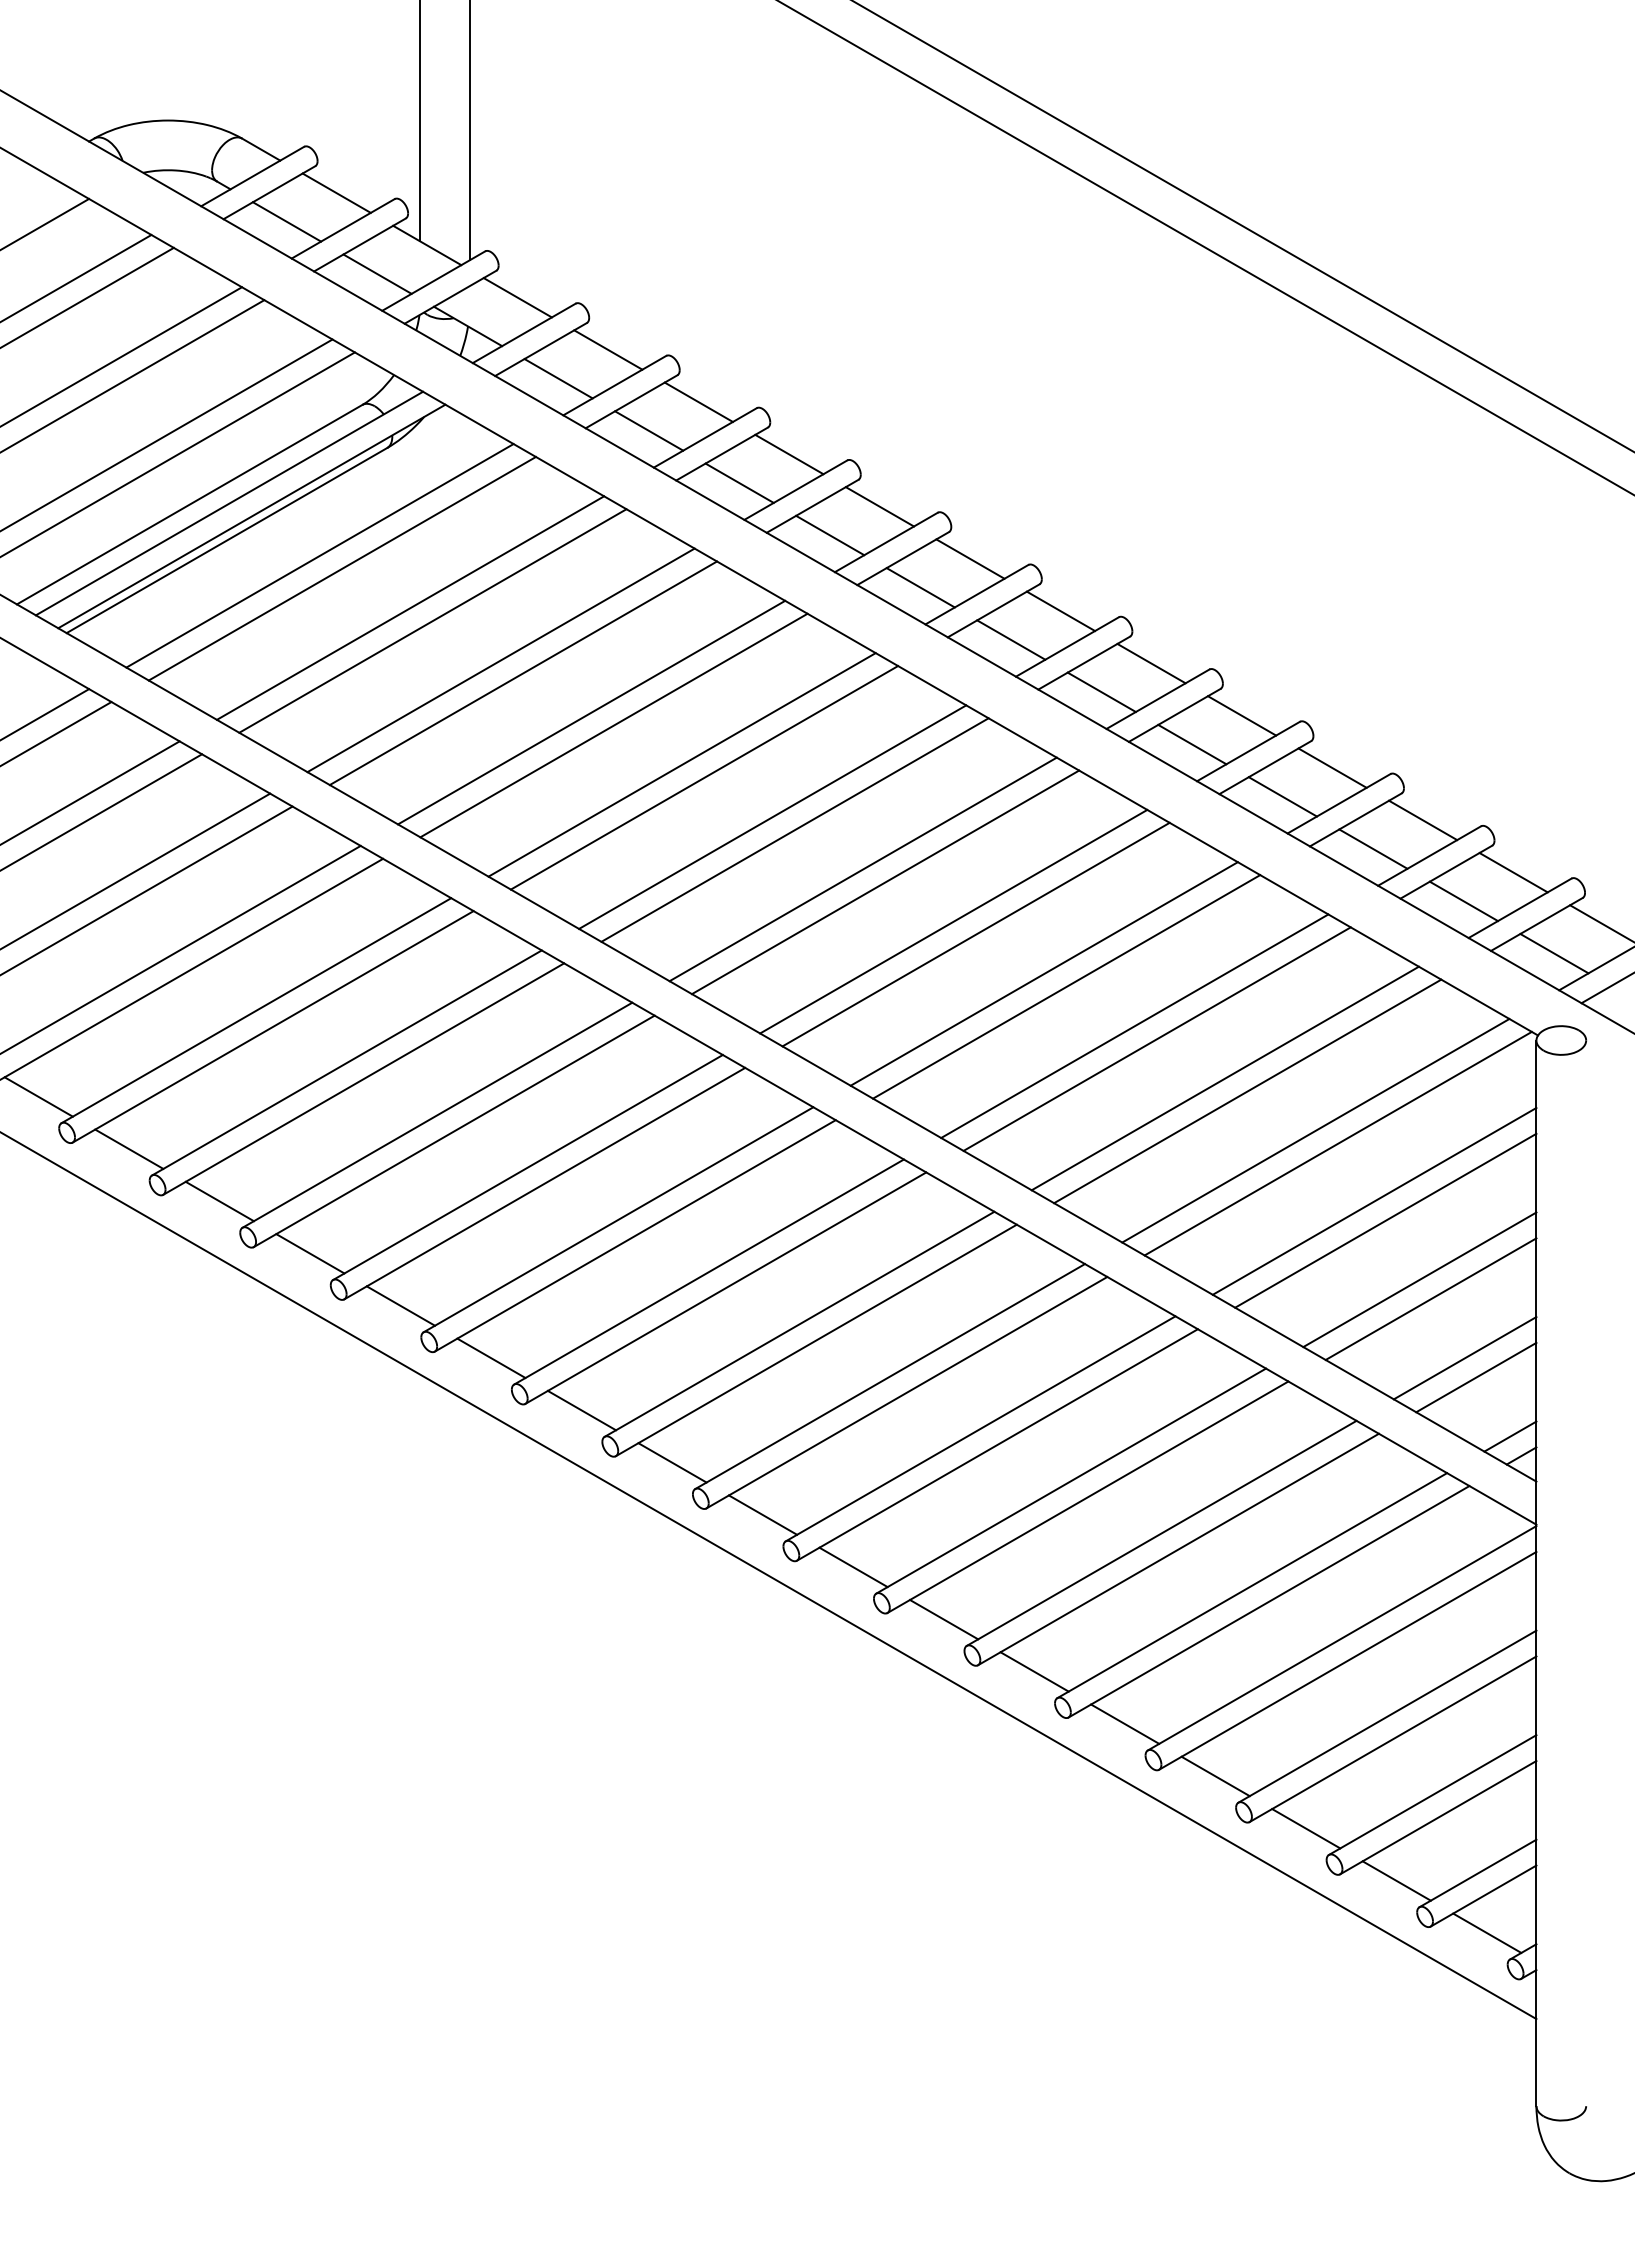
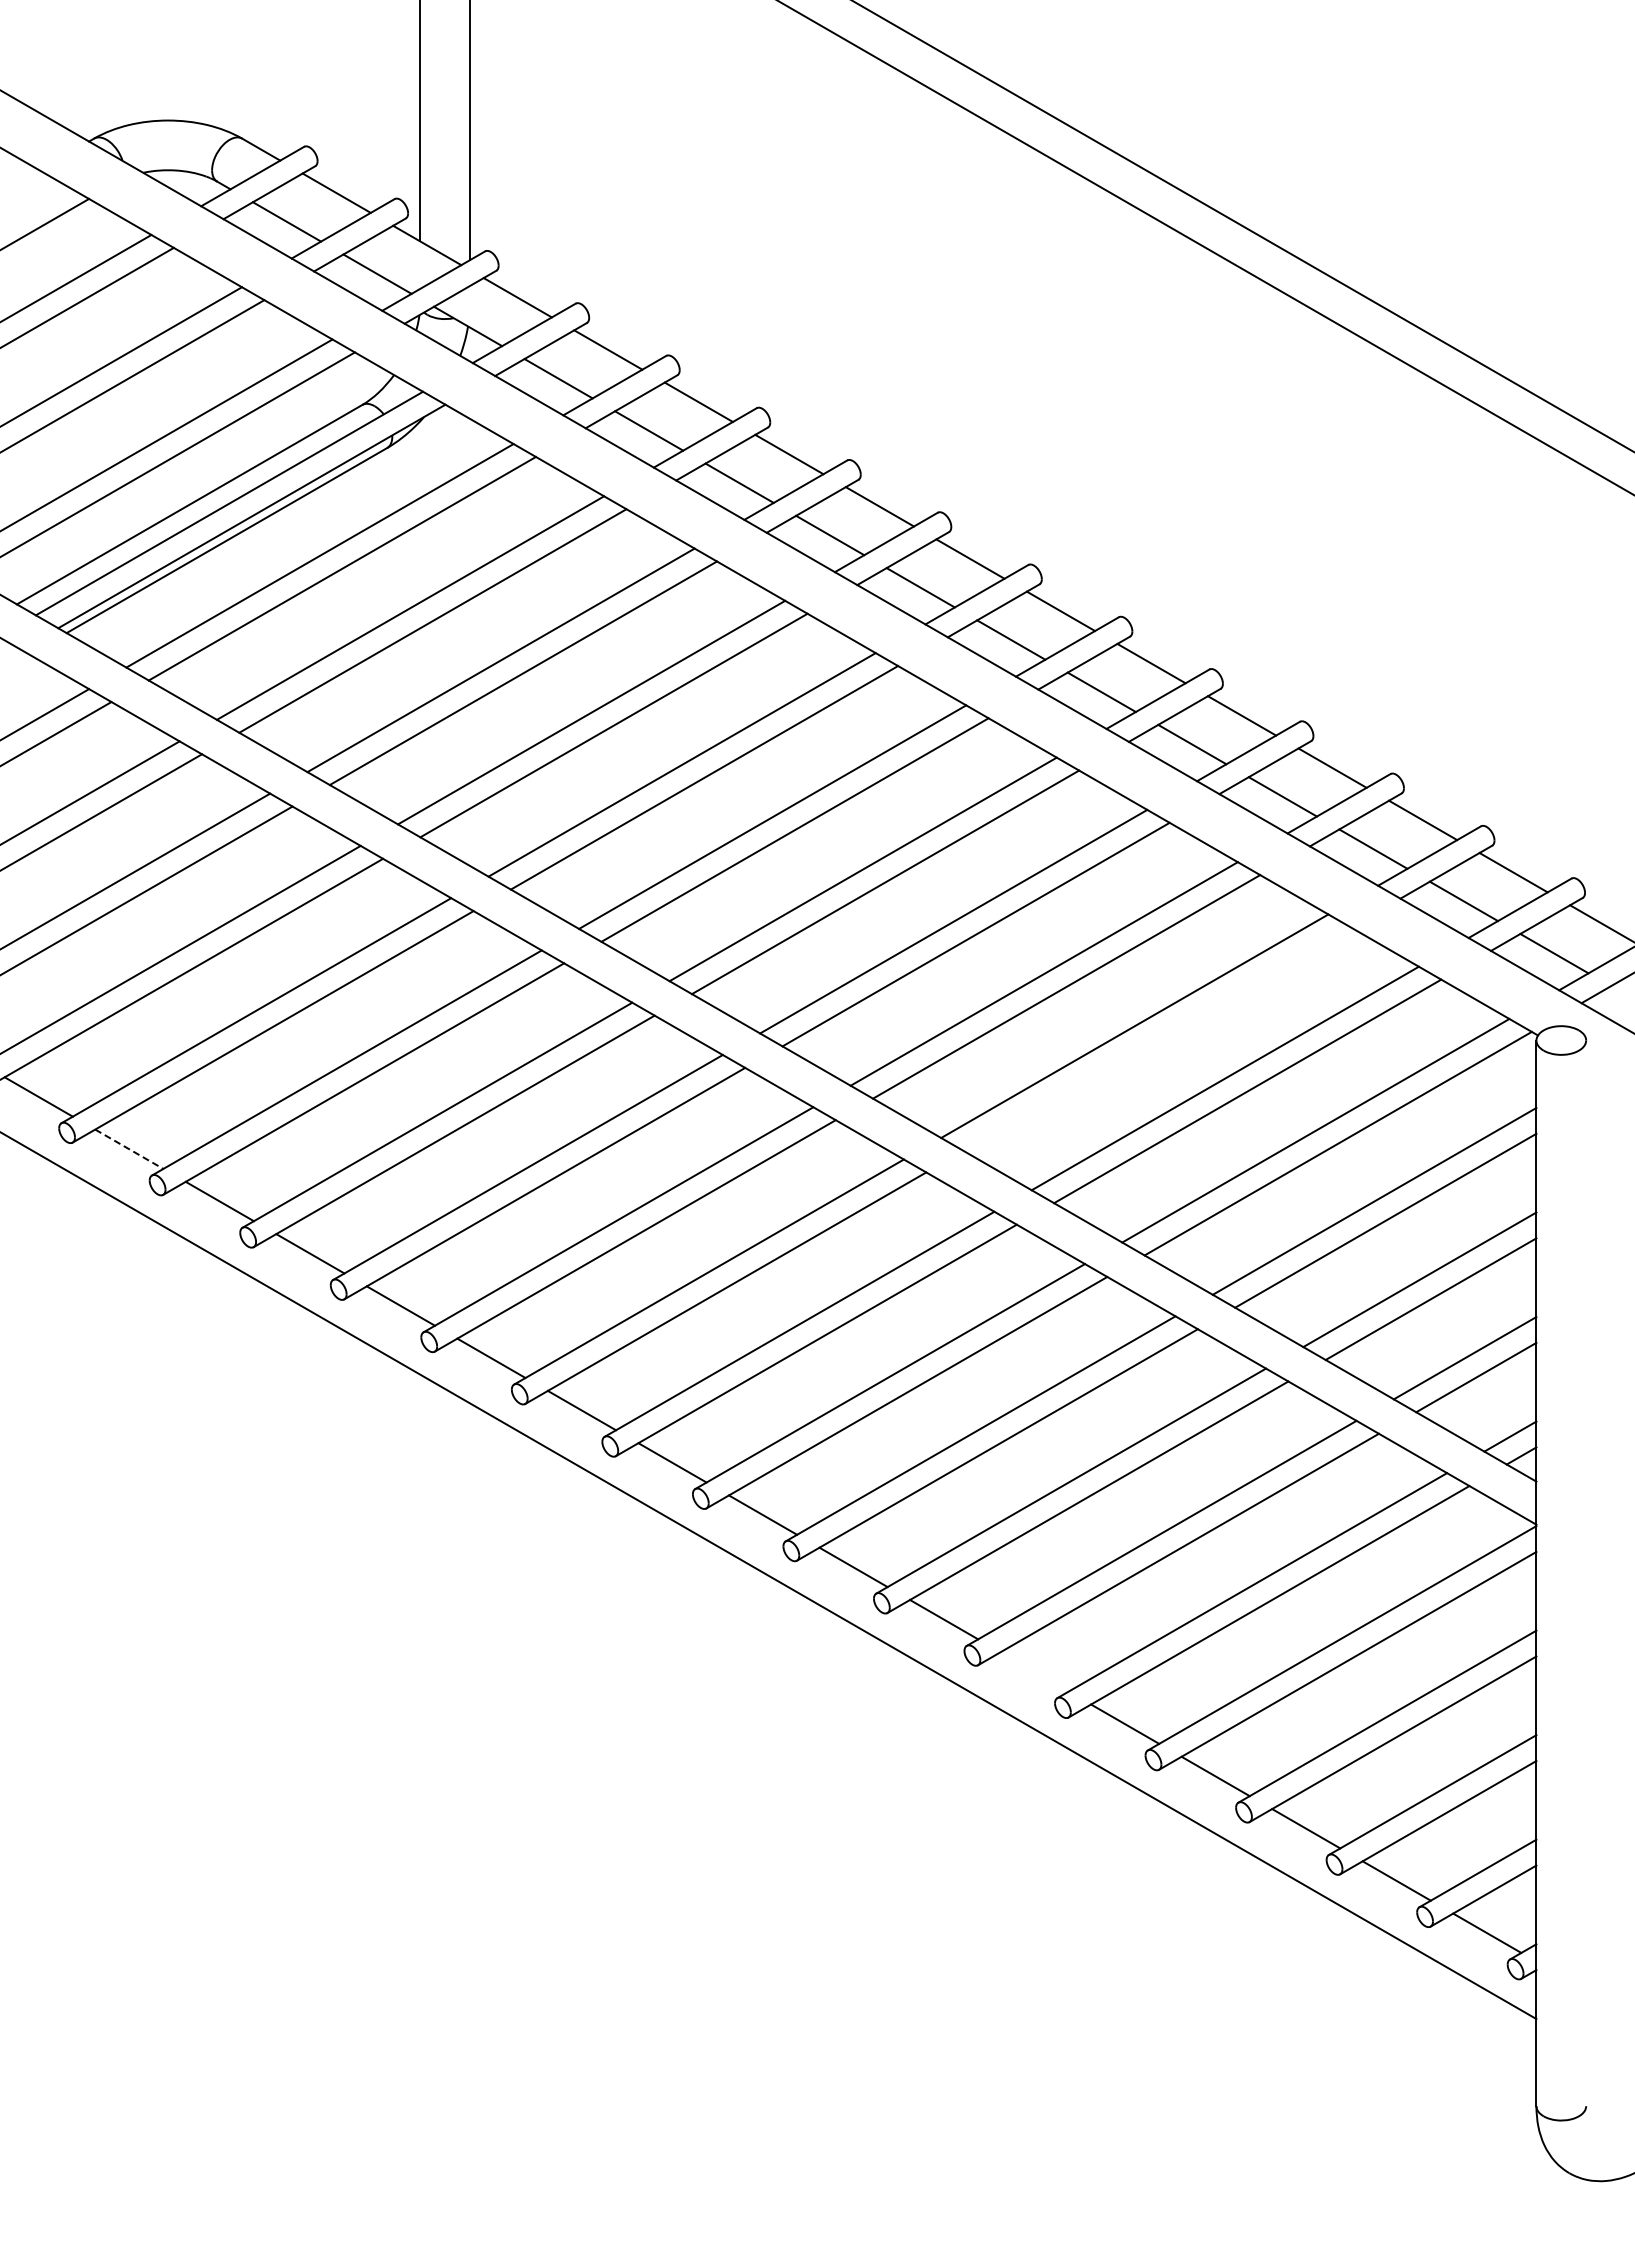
line at (1156, 1038): present -> none
line at (129, 1149): solid -> dashed
line at (1034, 1671): present -> none
